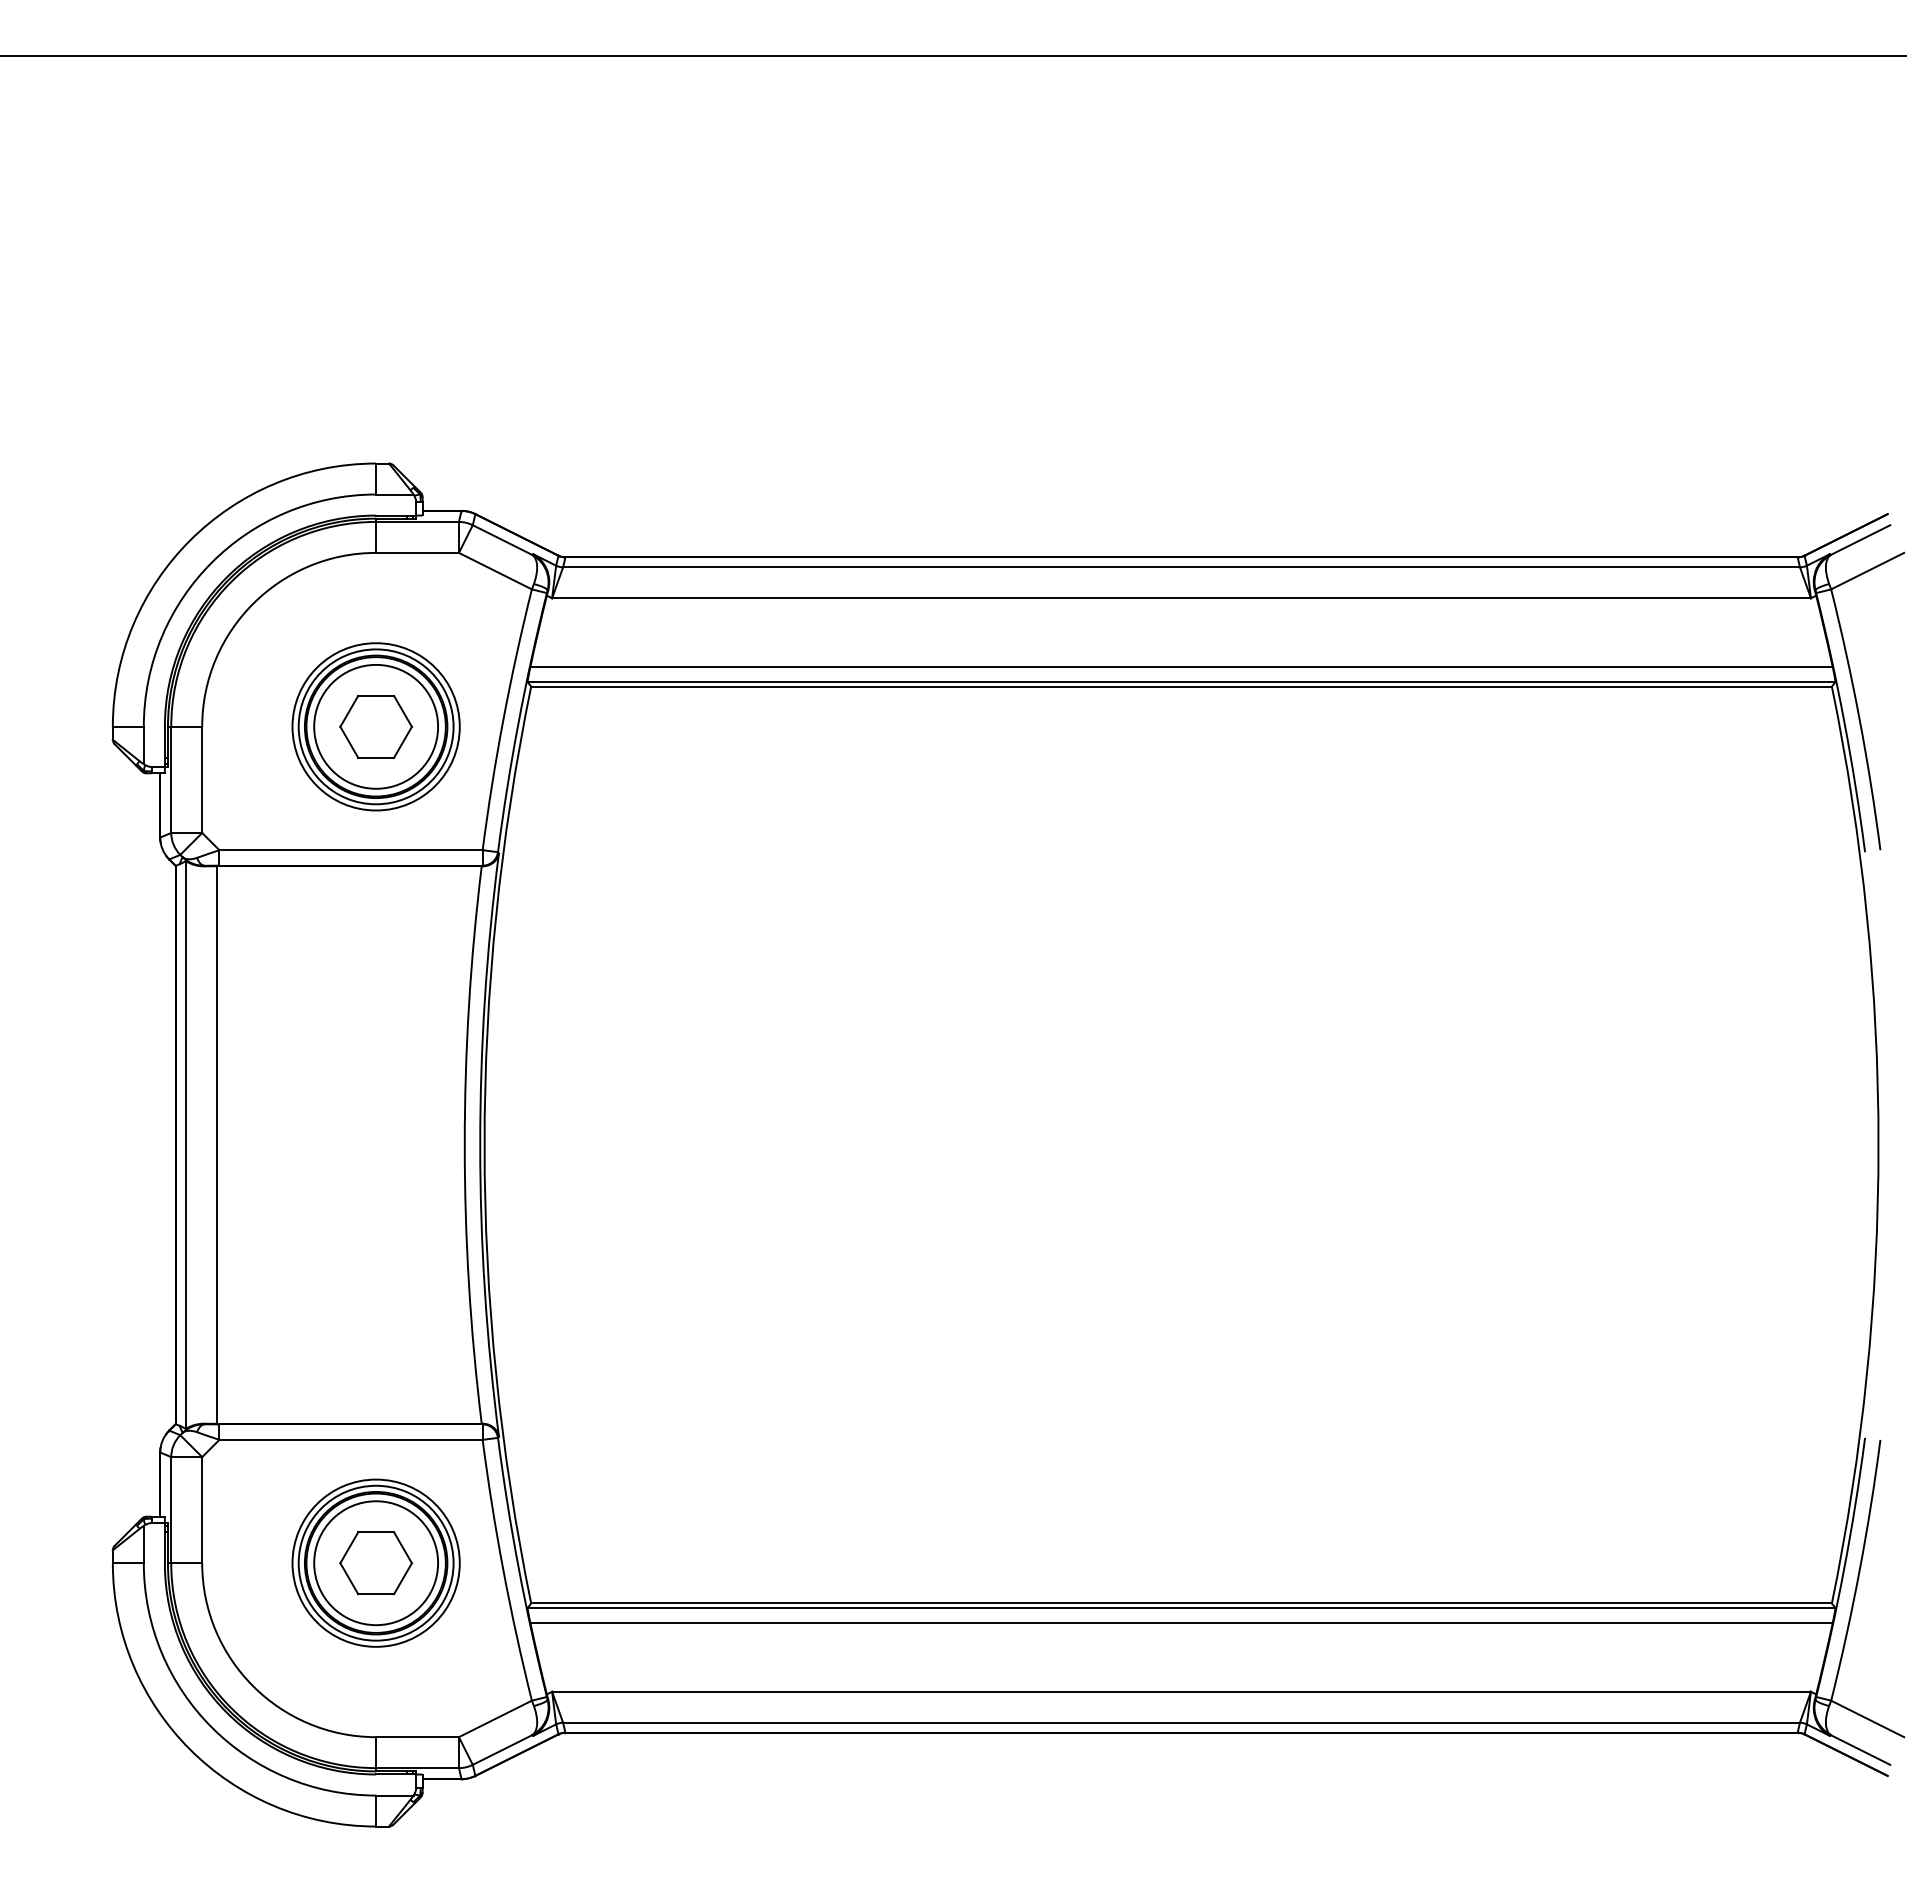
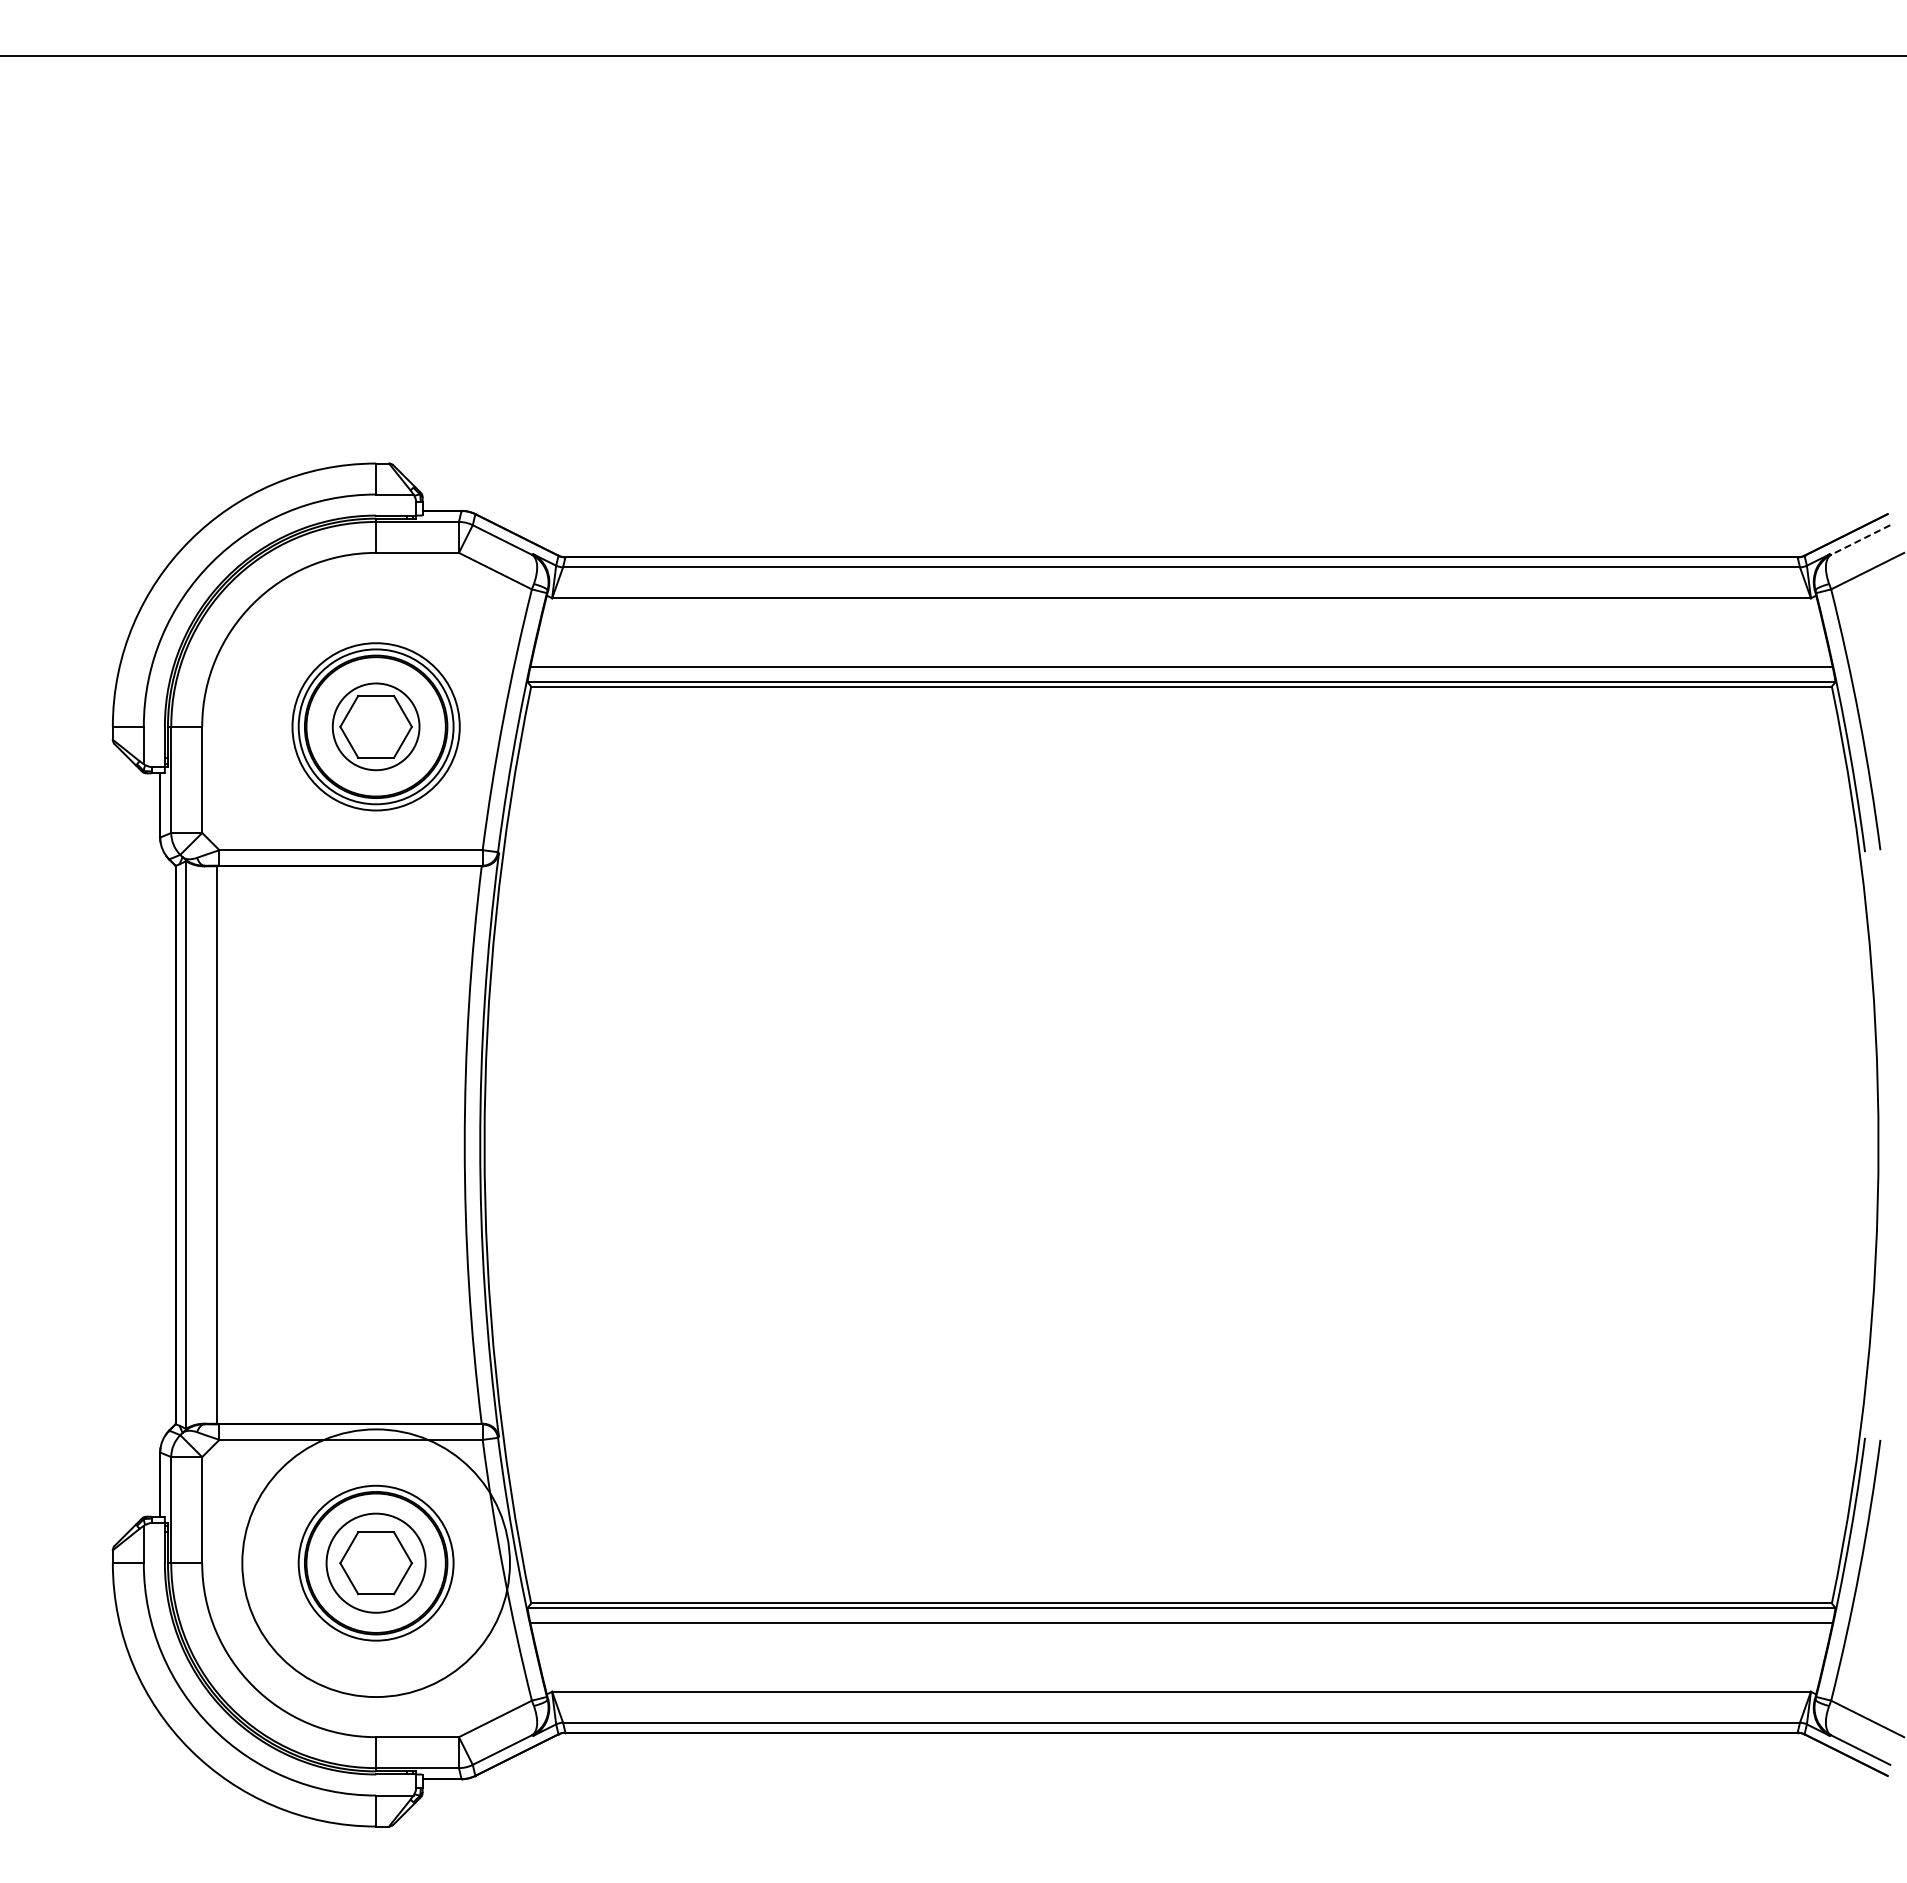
line at (1860, 540): solid -> dashed
circle at (376, 726) diameter: 124 px -> 87 px
circle at (375, 1562) diameter: 167 px -> 268 px
circle at (376, 1563) diameter: 124 px -> 99 px
